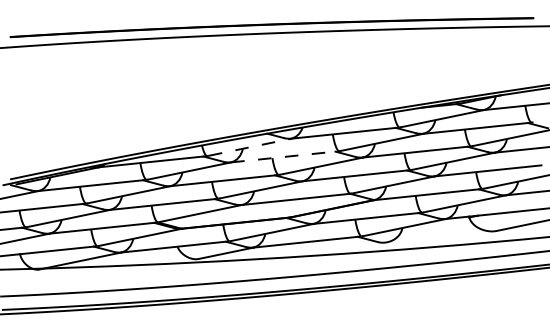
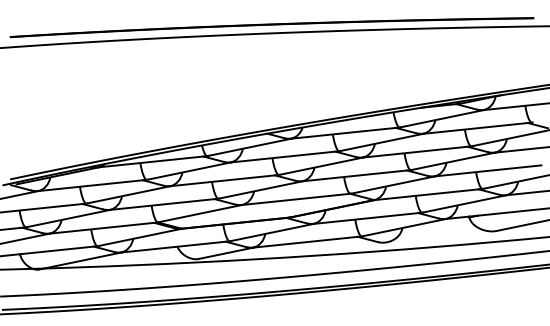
line at (250, 147): dashed -> solid
line at (284, 156): dashed -> solid
